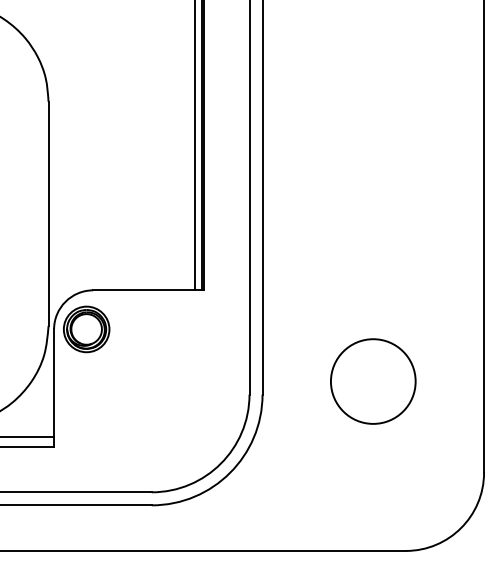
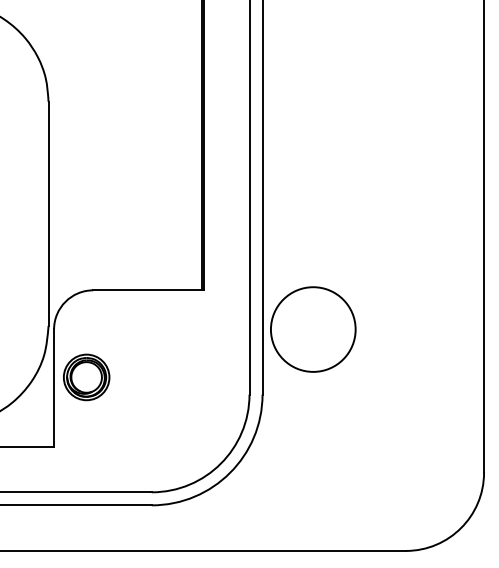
line at (195, 146): present -> none
part at (86, 329) position: (86, 329) -> (86, 377)
circle at (373, 381) position: (373, 381) -> (313, 329)
line at (28, 436): present -> none
